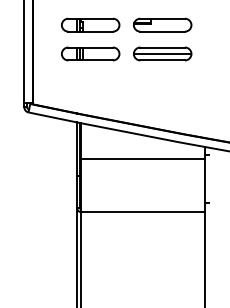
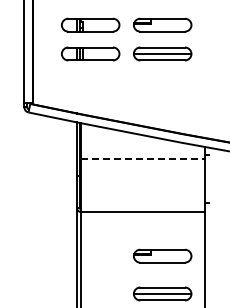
line at (143, 159): solid -> dashed
part at (162, 255): none -> present
part at (162, 293): none -> present
